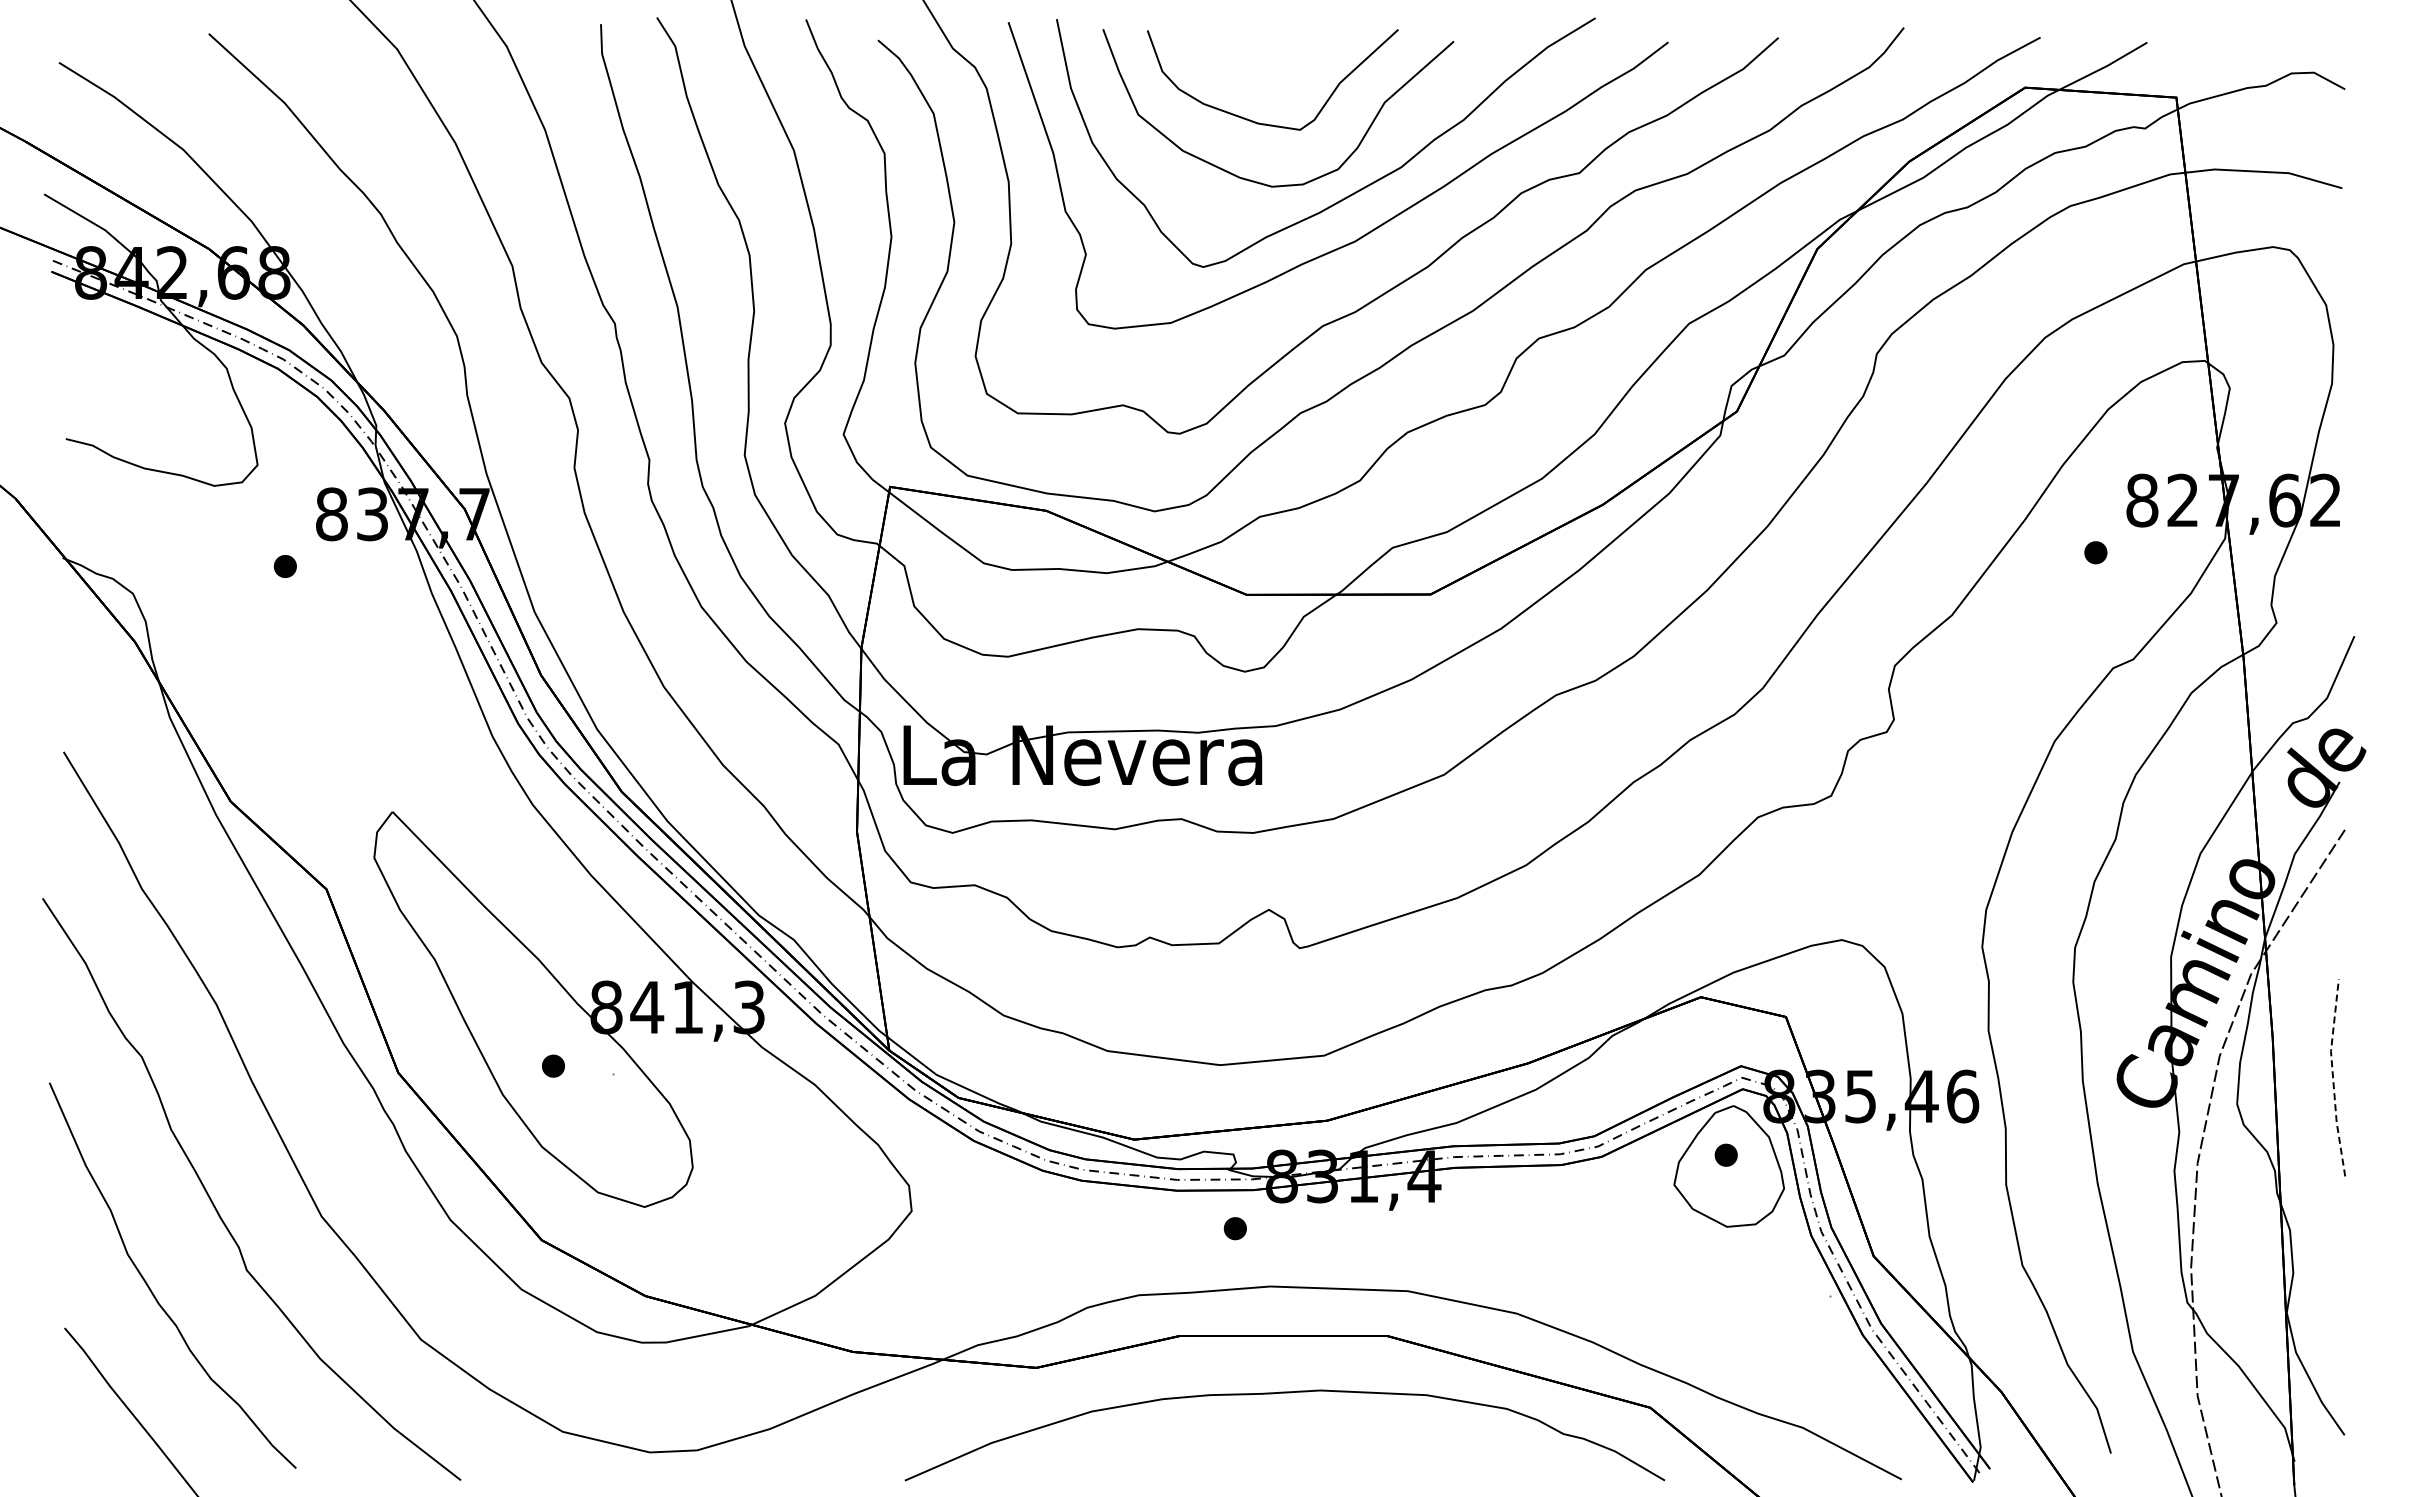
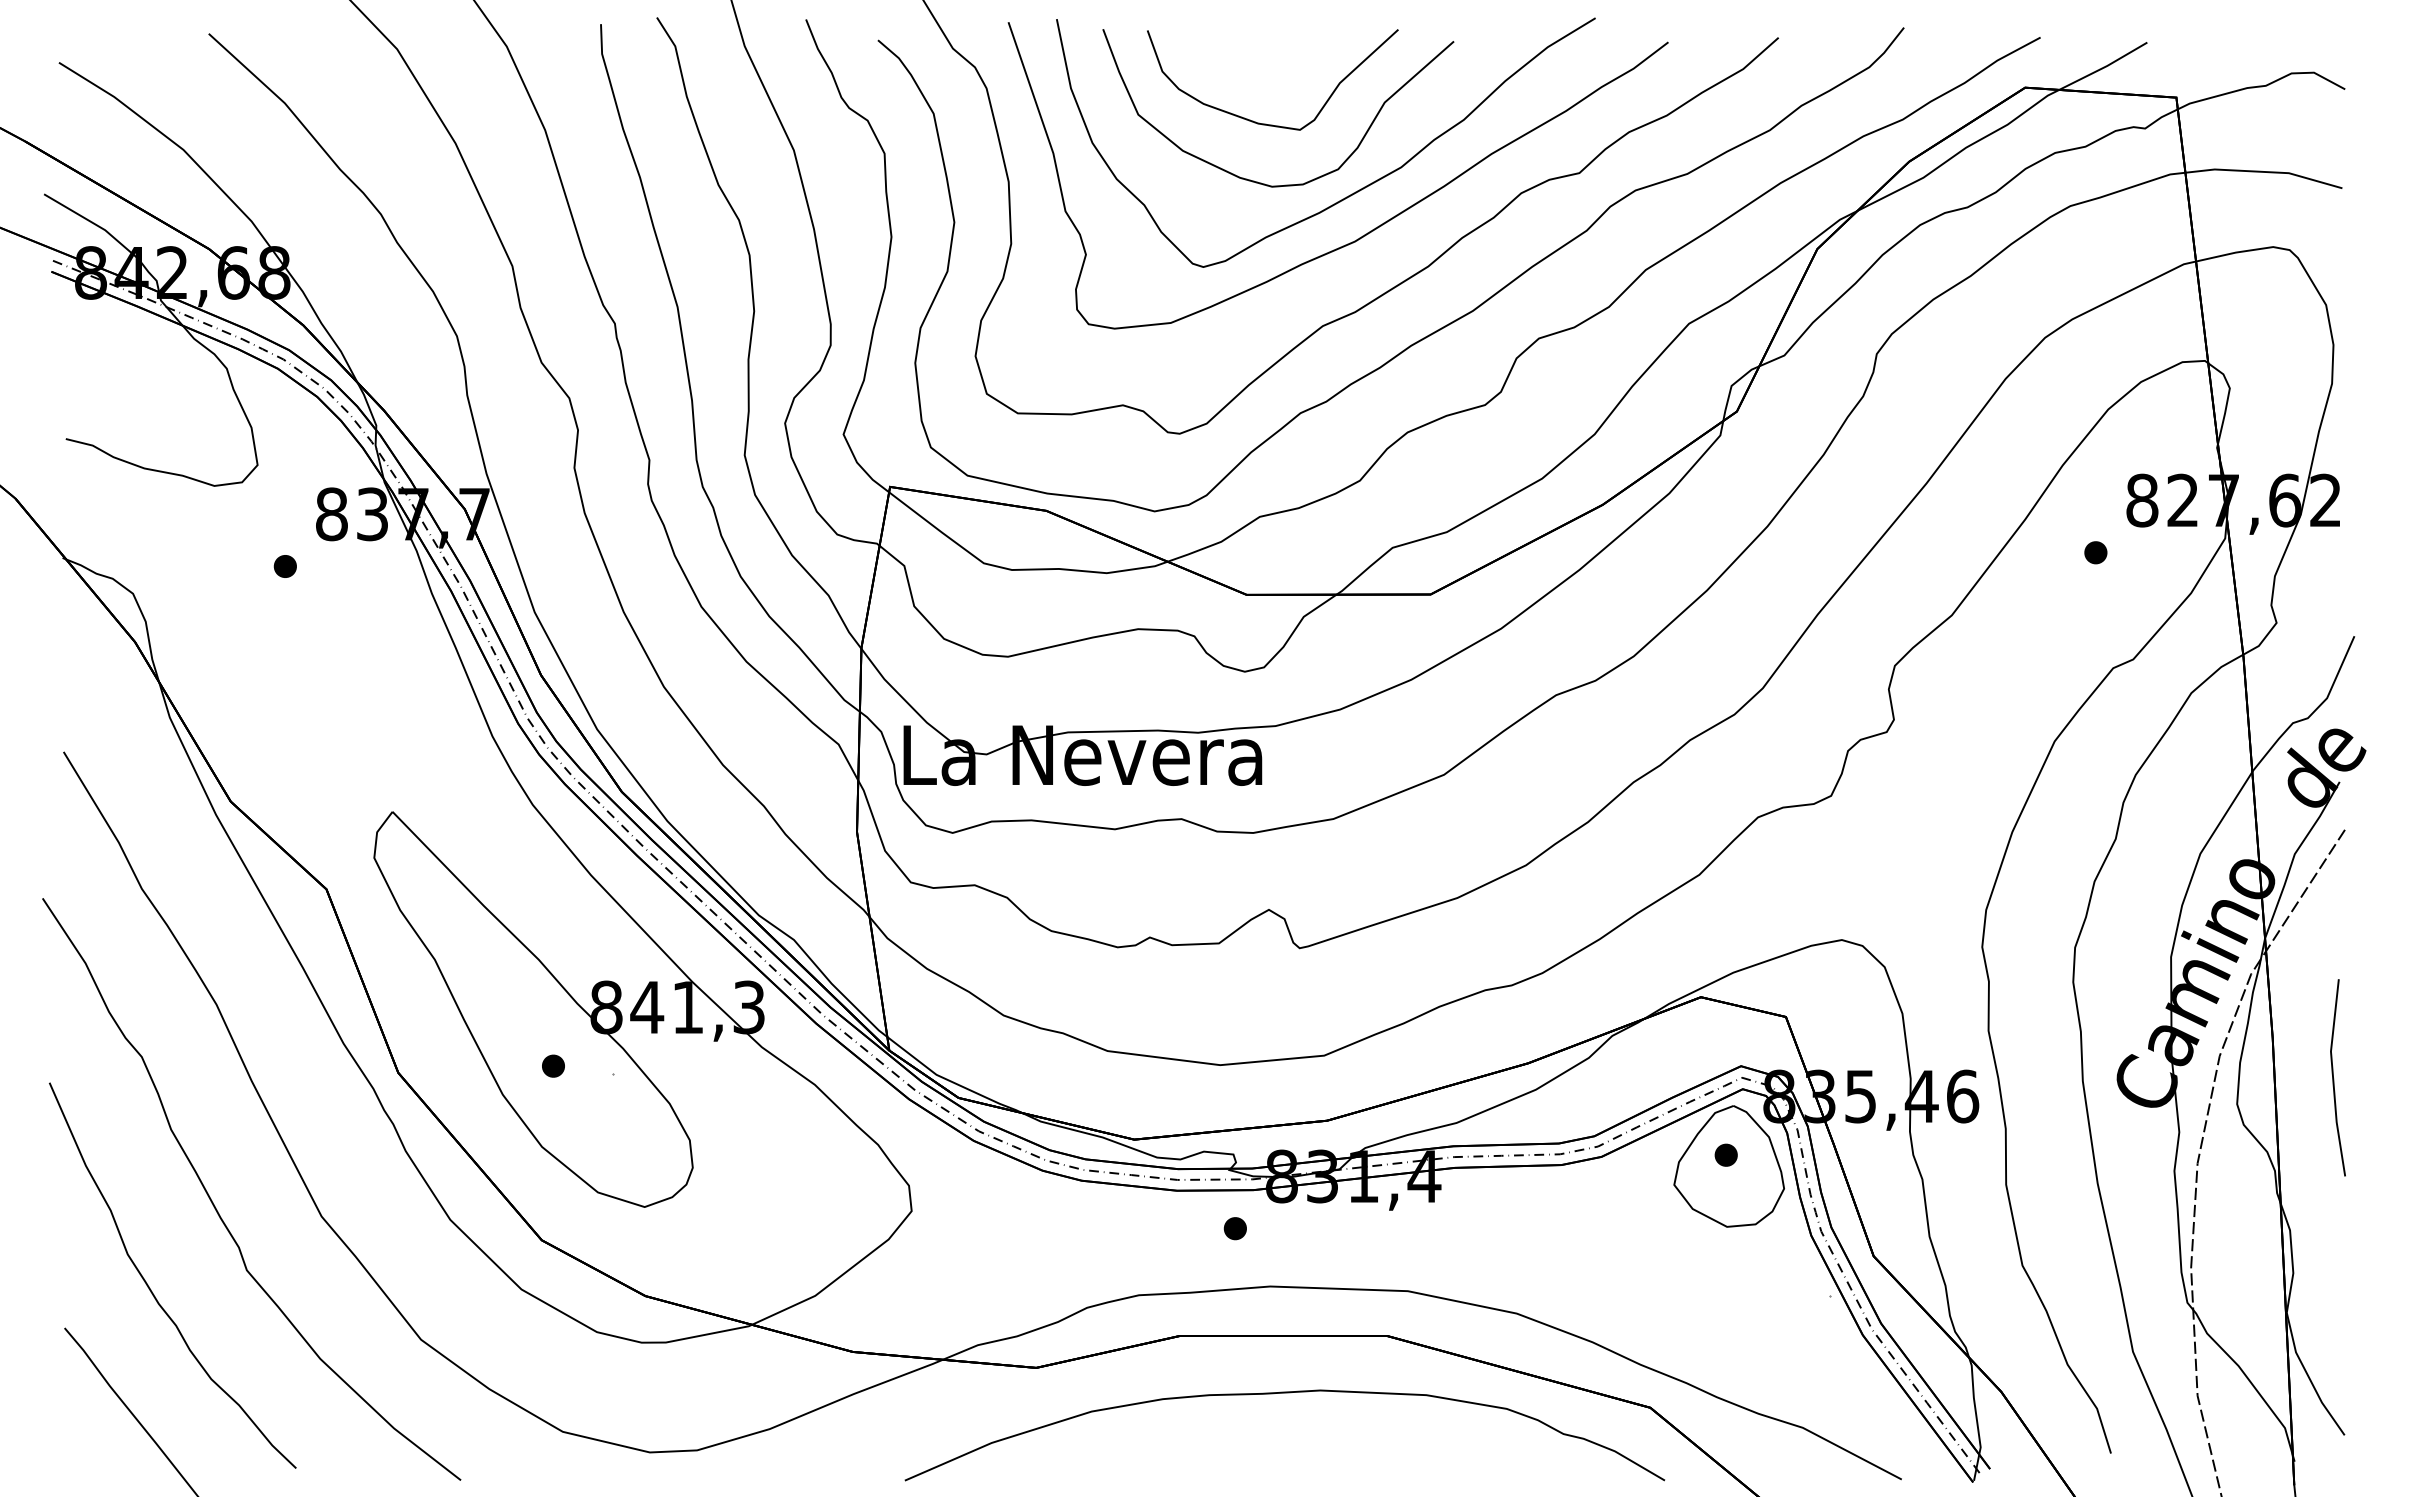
line at (2333, 1078): dashed -> solid
